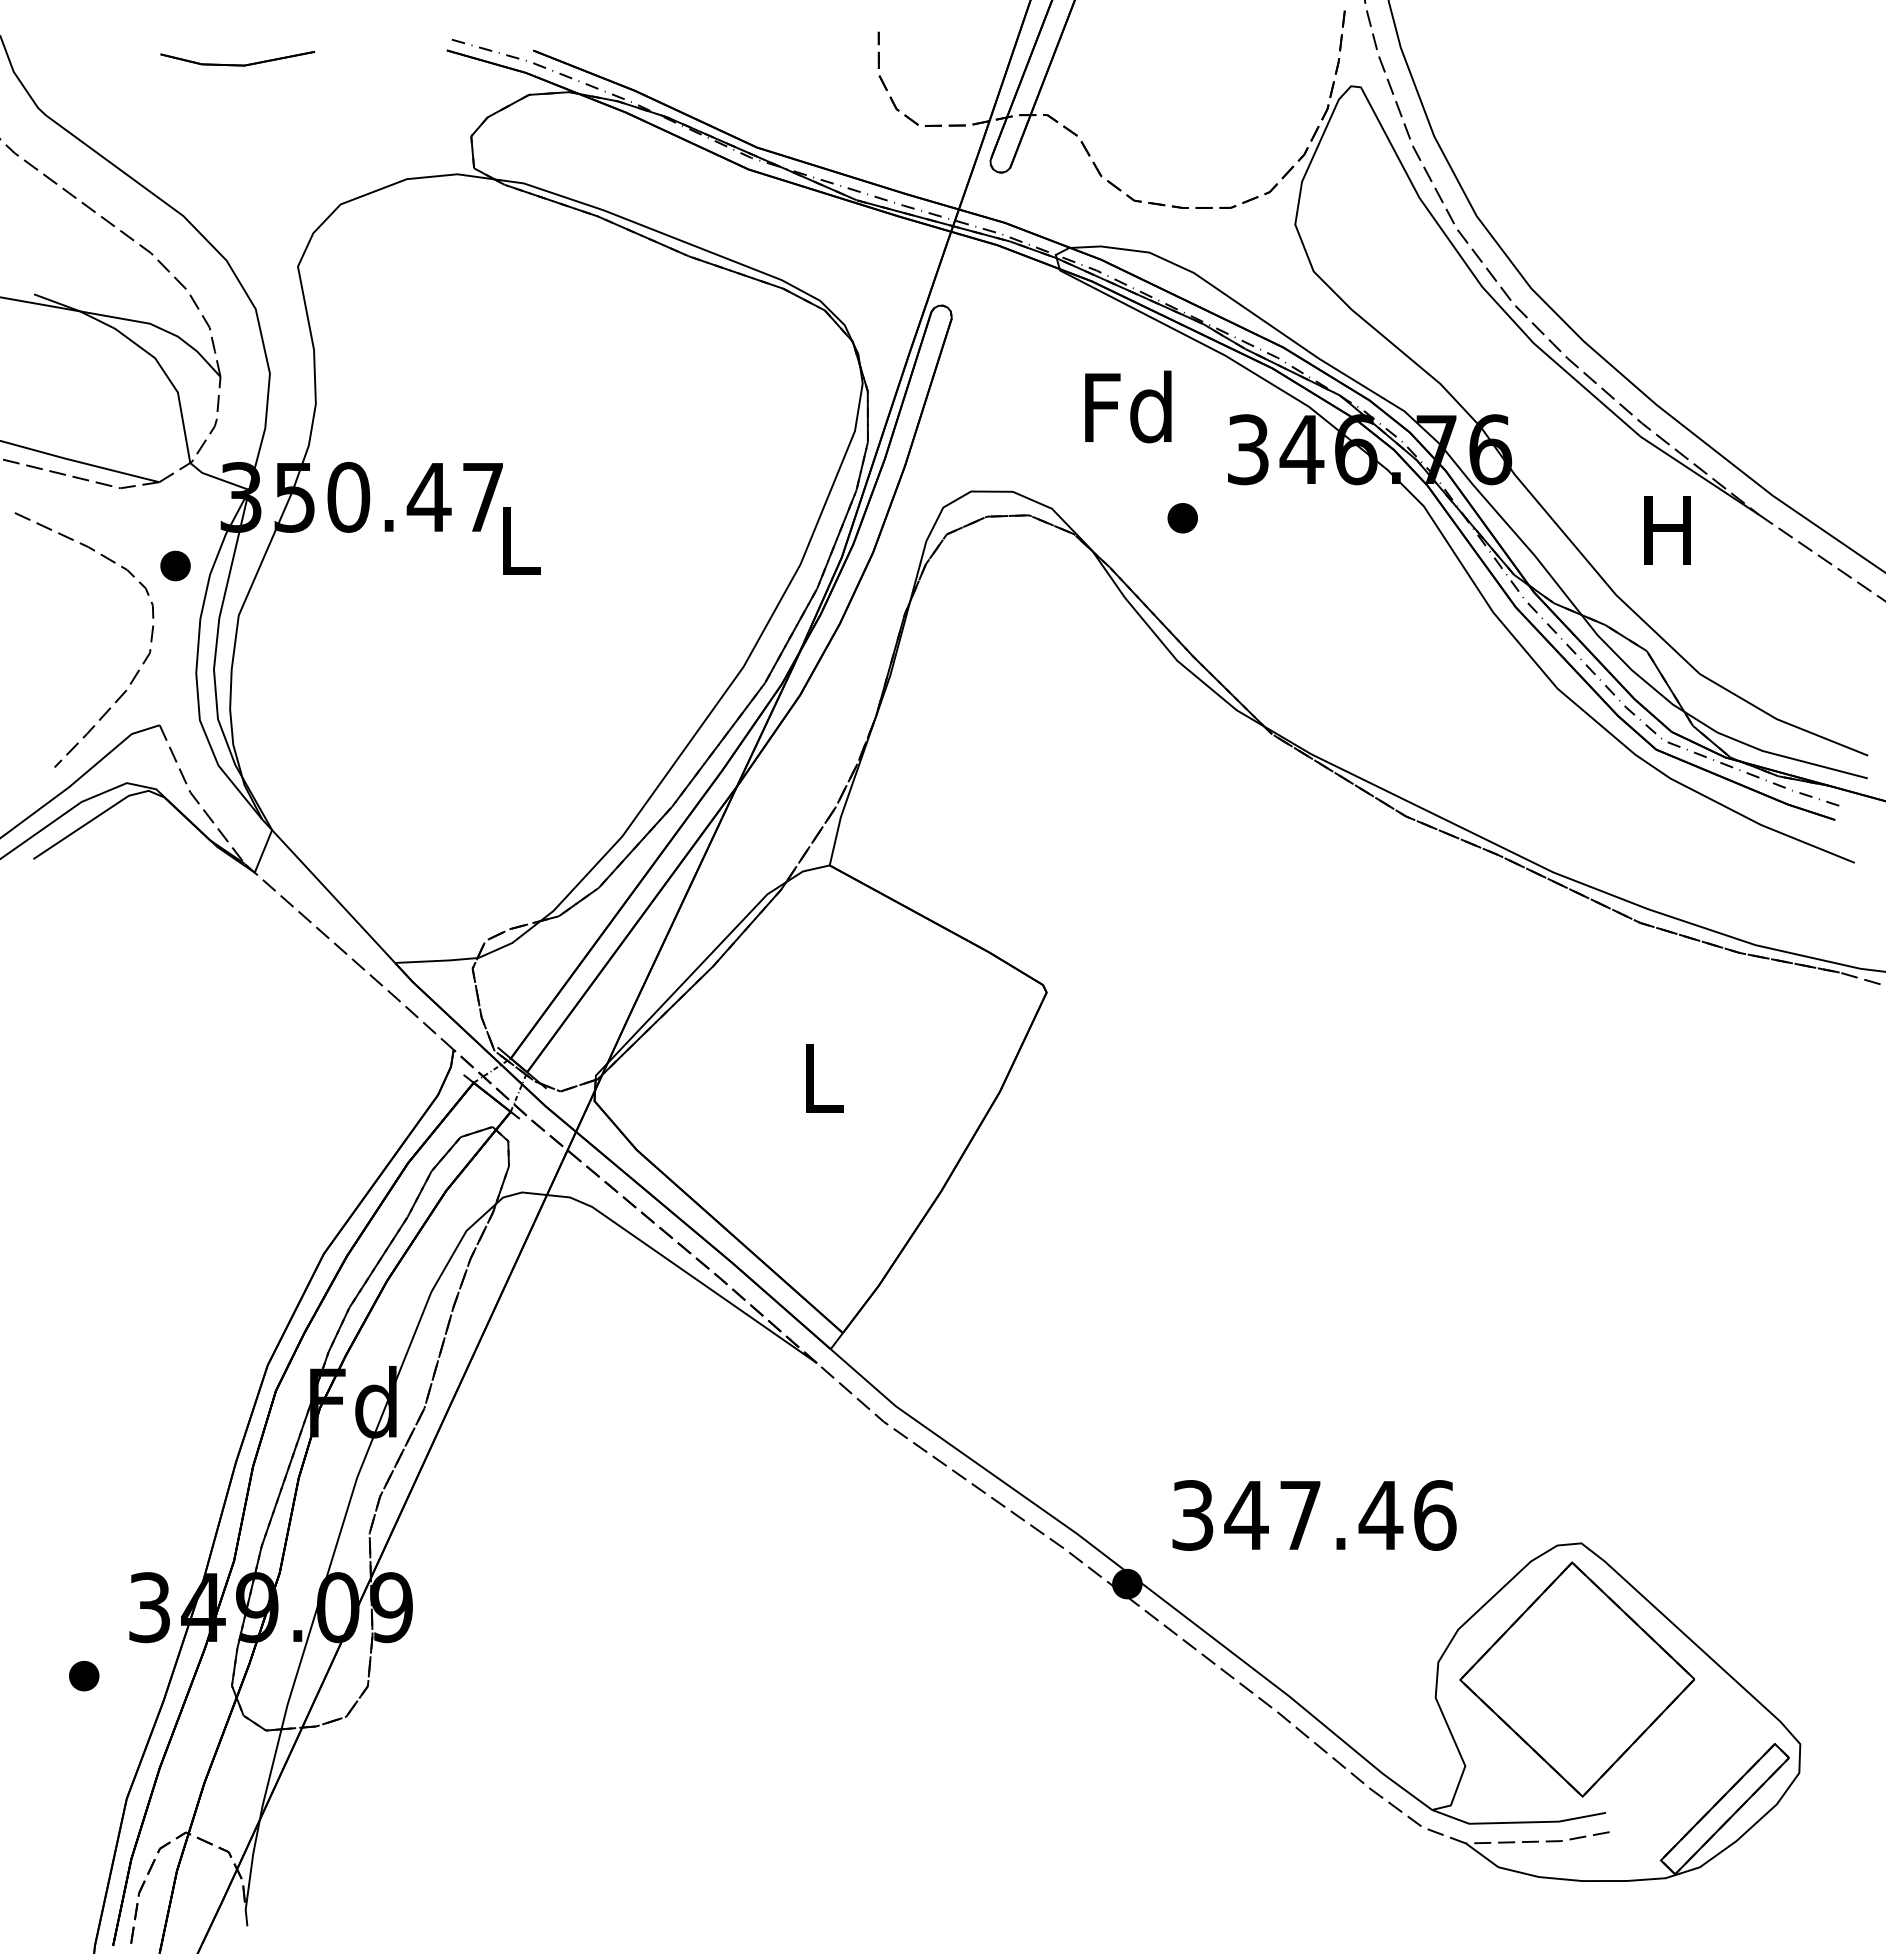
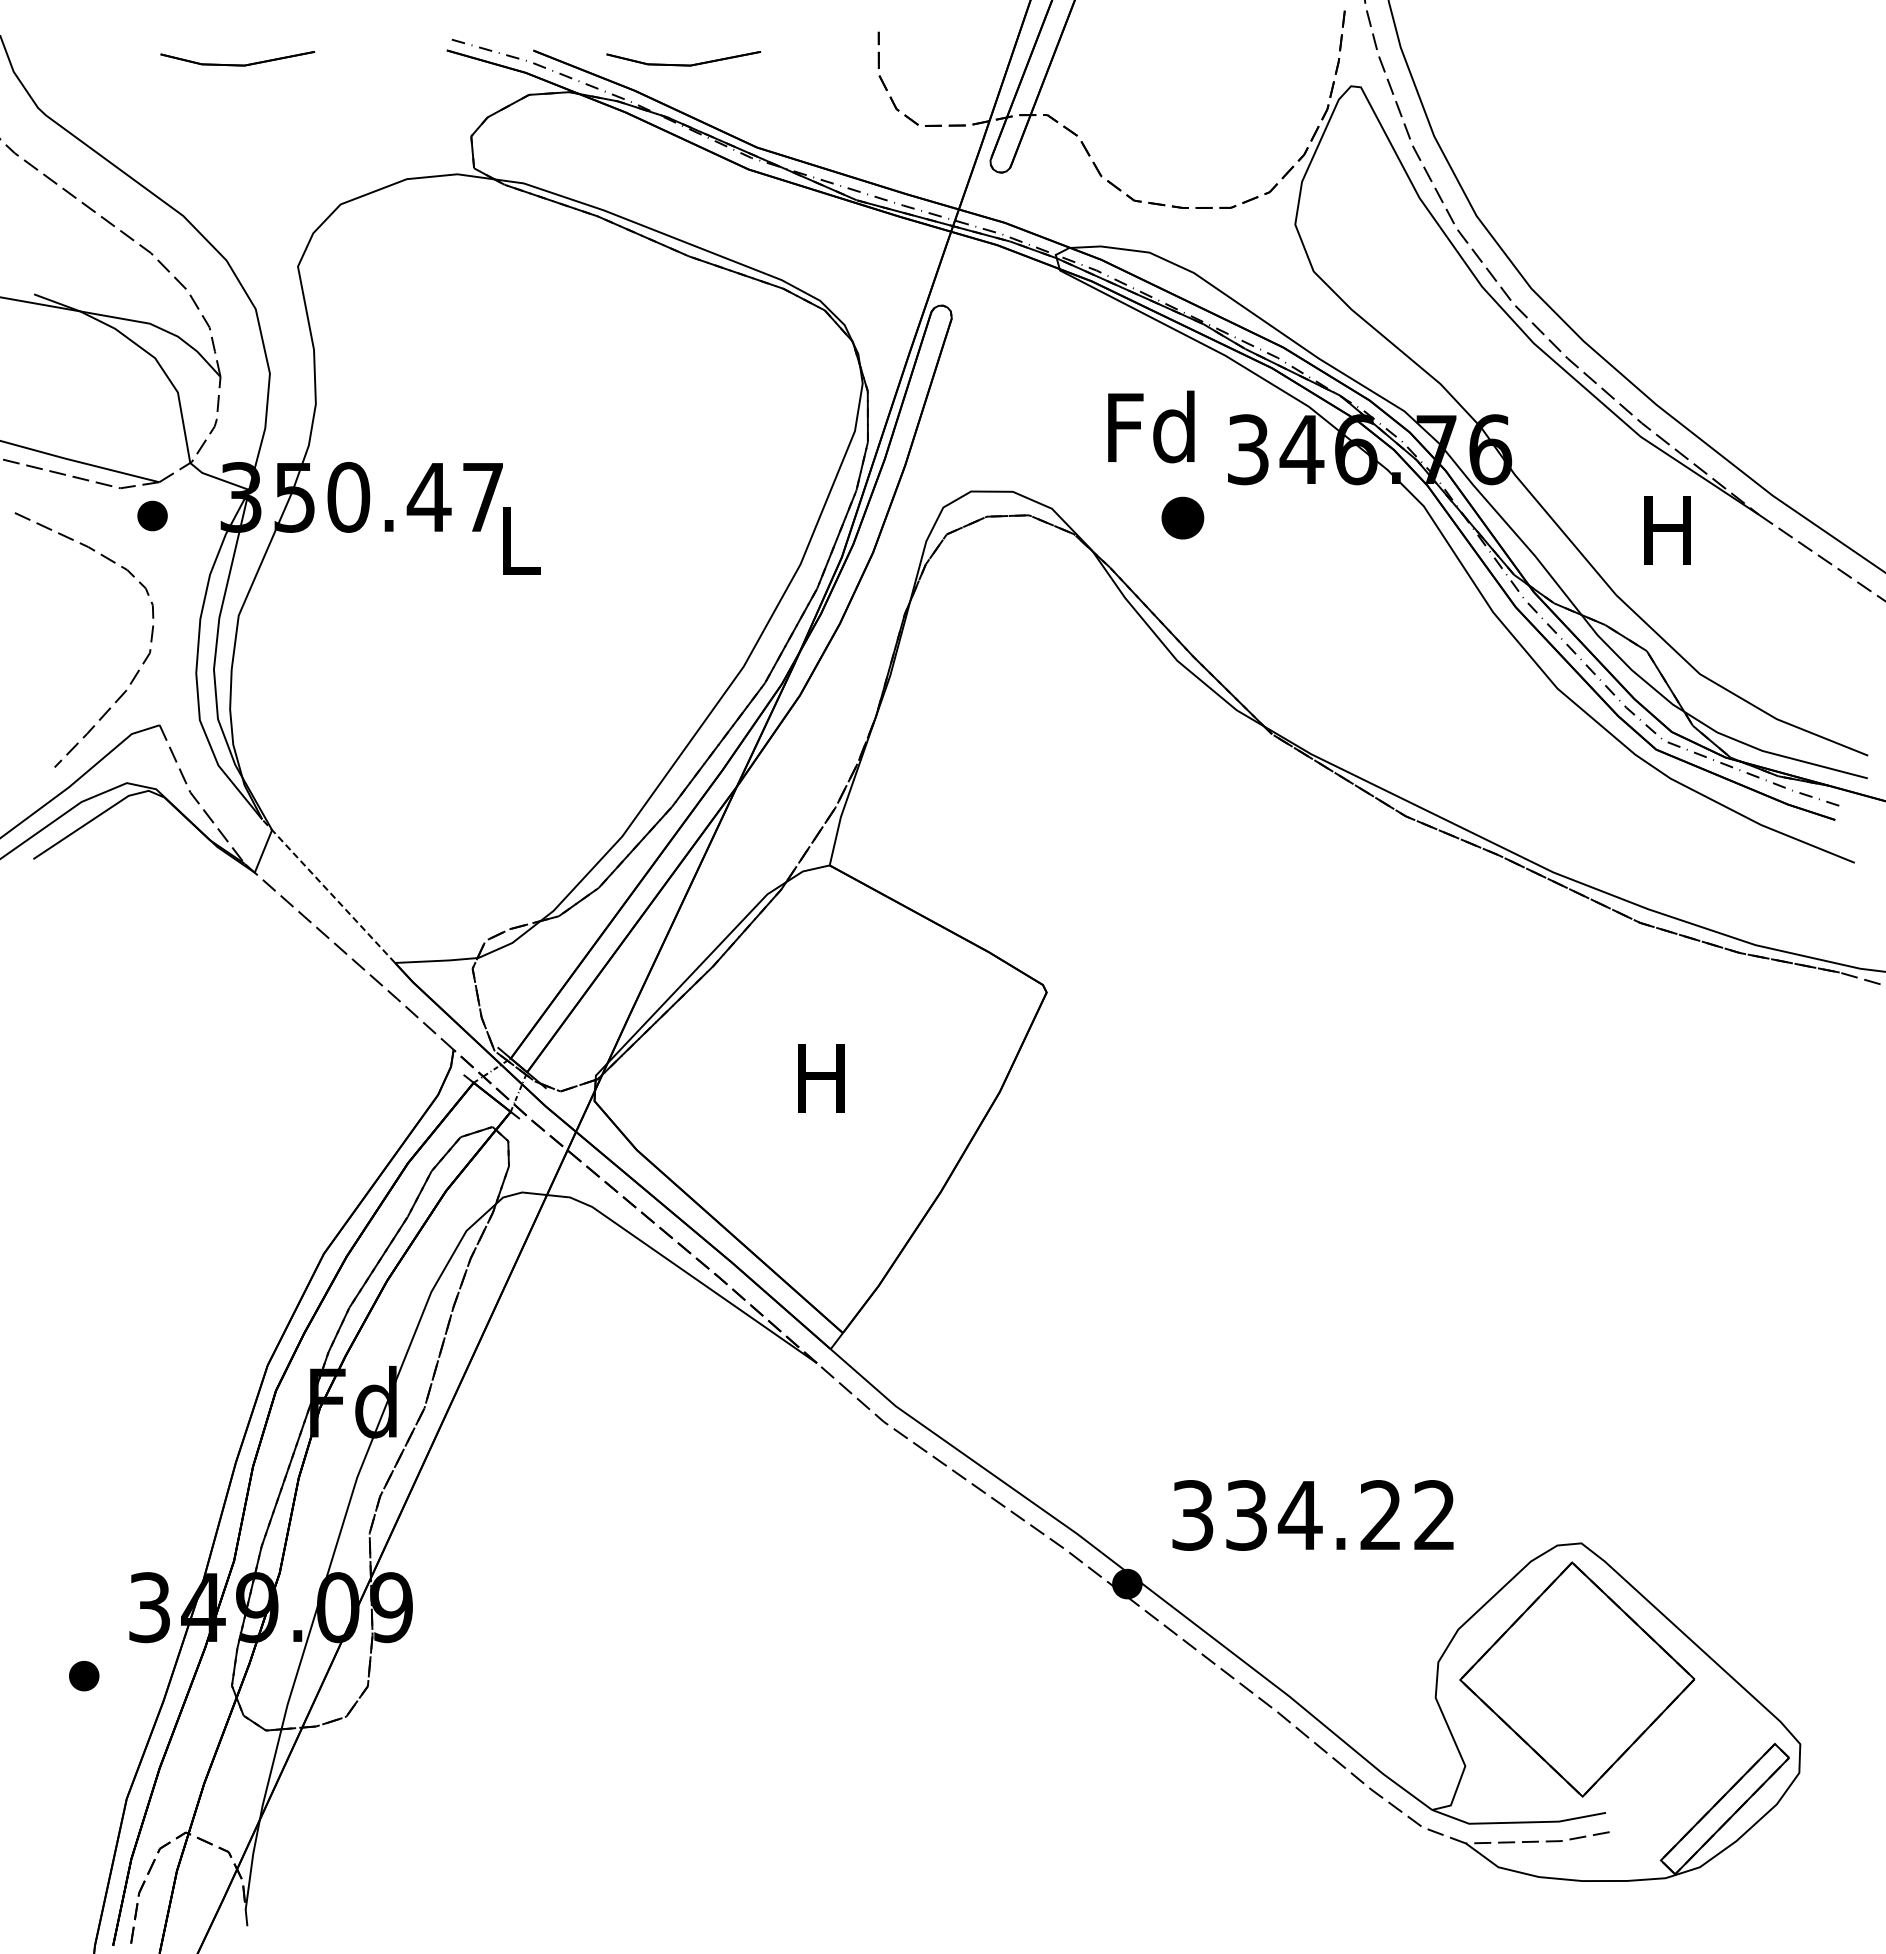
part at (683, 58): none -> present
text at (1128, 406) position: (1128, 406) -> (1151, 426)
part at (1182, 518) size: 31x31 px -> 44x44 px
part at (175, 565) position: (175, 565) -> (152, 515)
line at (328, 891): solid -> dashed
text at (821, 1078): L -> H
text at (1340, 1515): 347.46 -> 334.22
